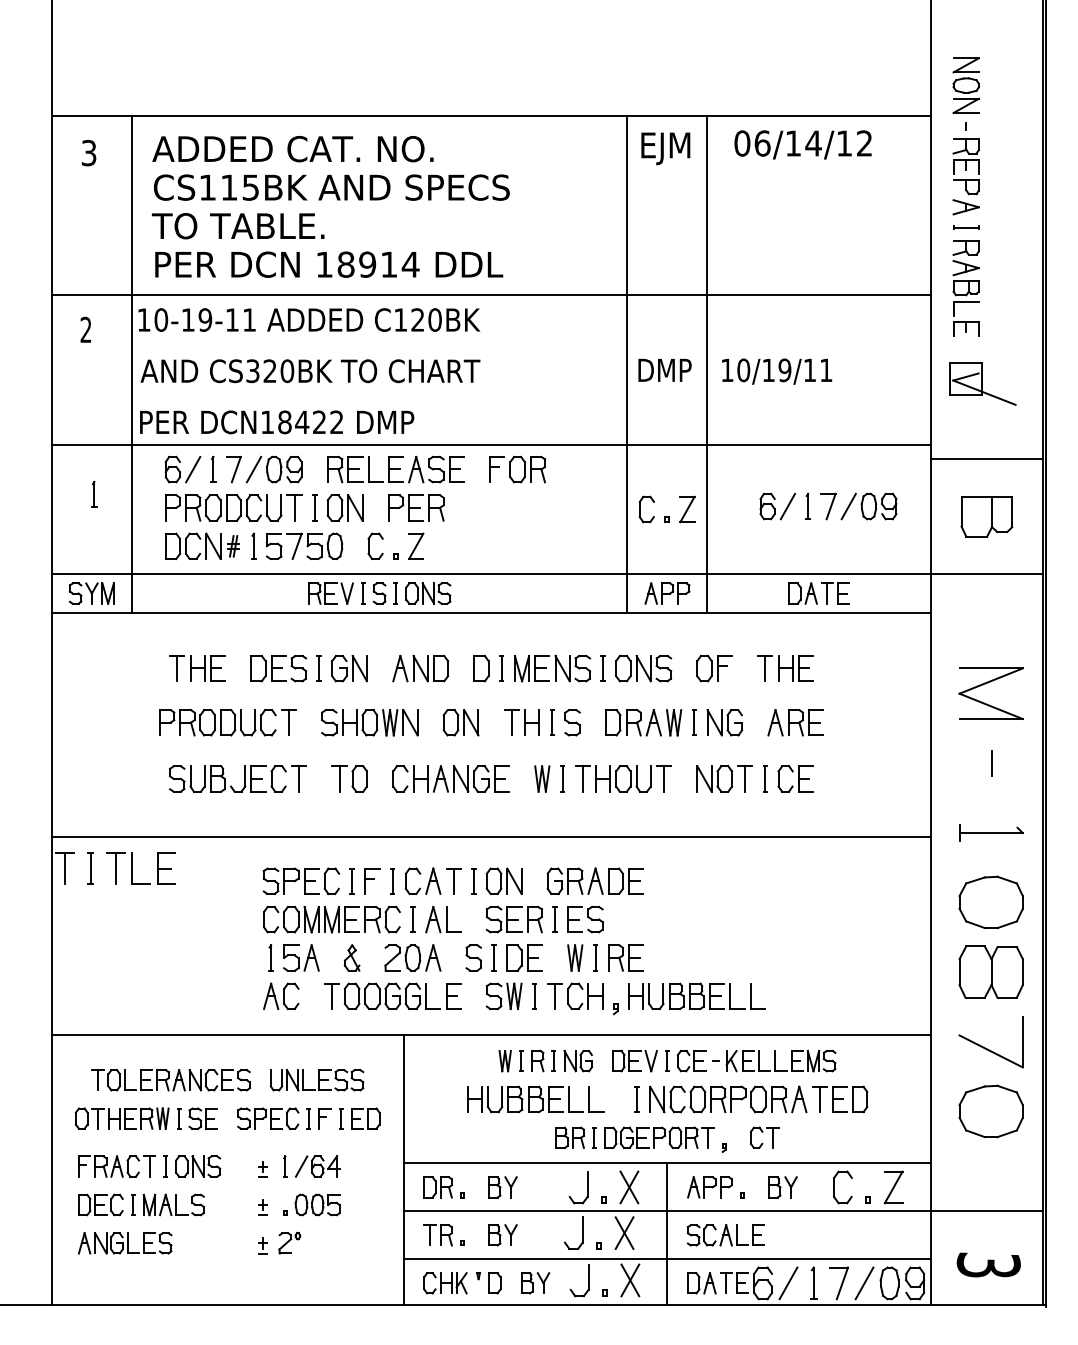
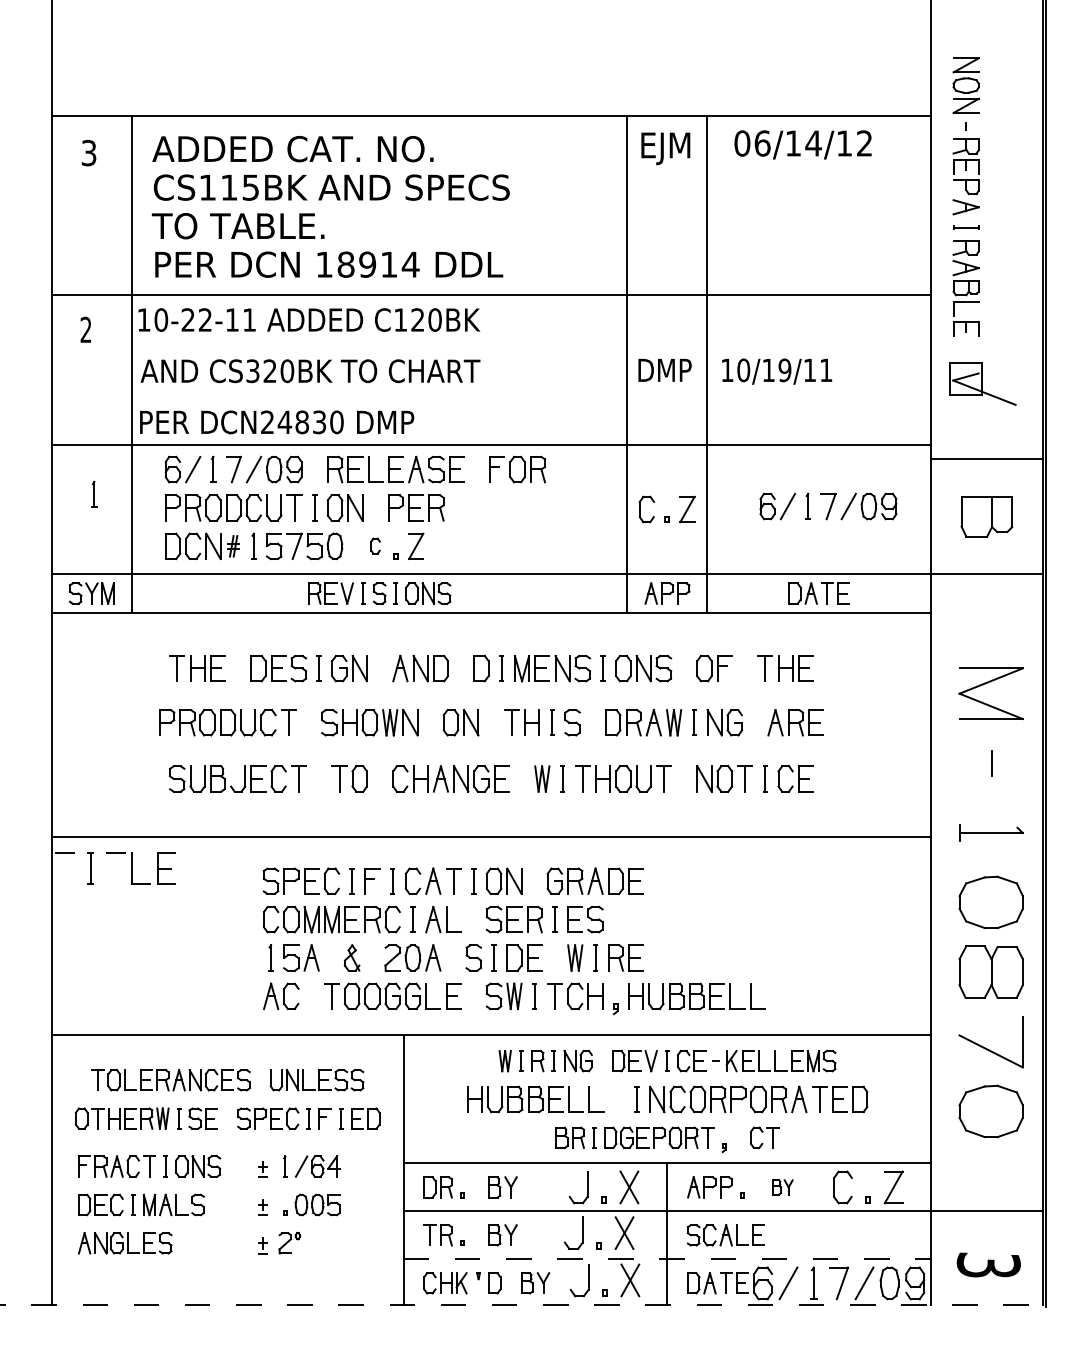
text at (196, 319): 10-19-11 -> 10-22-11
text at (302, 422): DCN18422 -> DCN24830
part at (375, 545) size: 17x28 px -> 11x18 px
line at (65, 868): present -> none
line at (115, 868): present -> none
part at (782, 1187) size: 30x23 px -> 22x17 px
line at (667, 1259): solid -> dashed
line at (523, 1304): solid -> dashed
